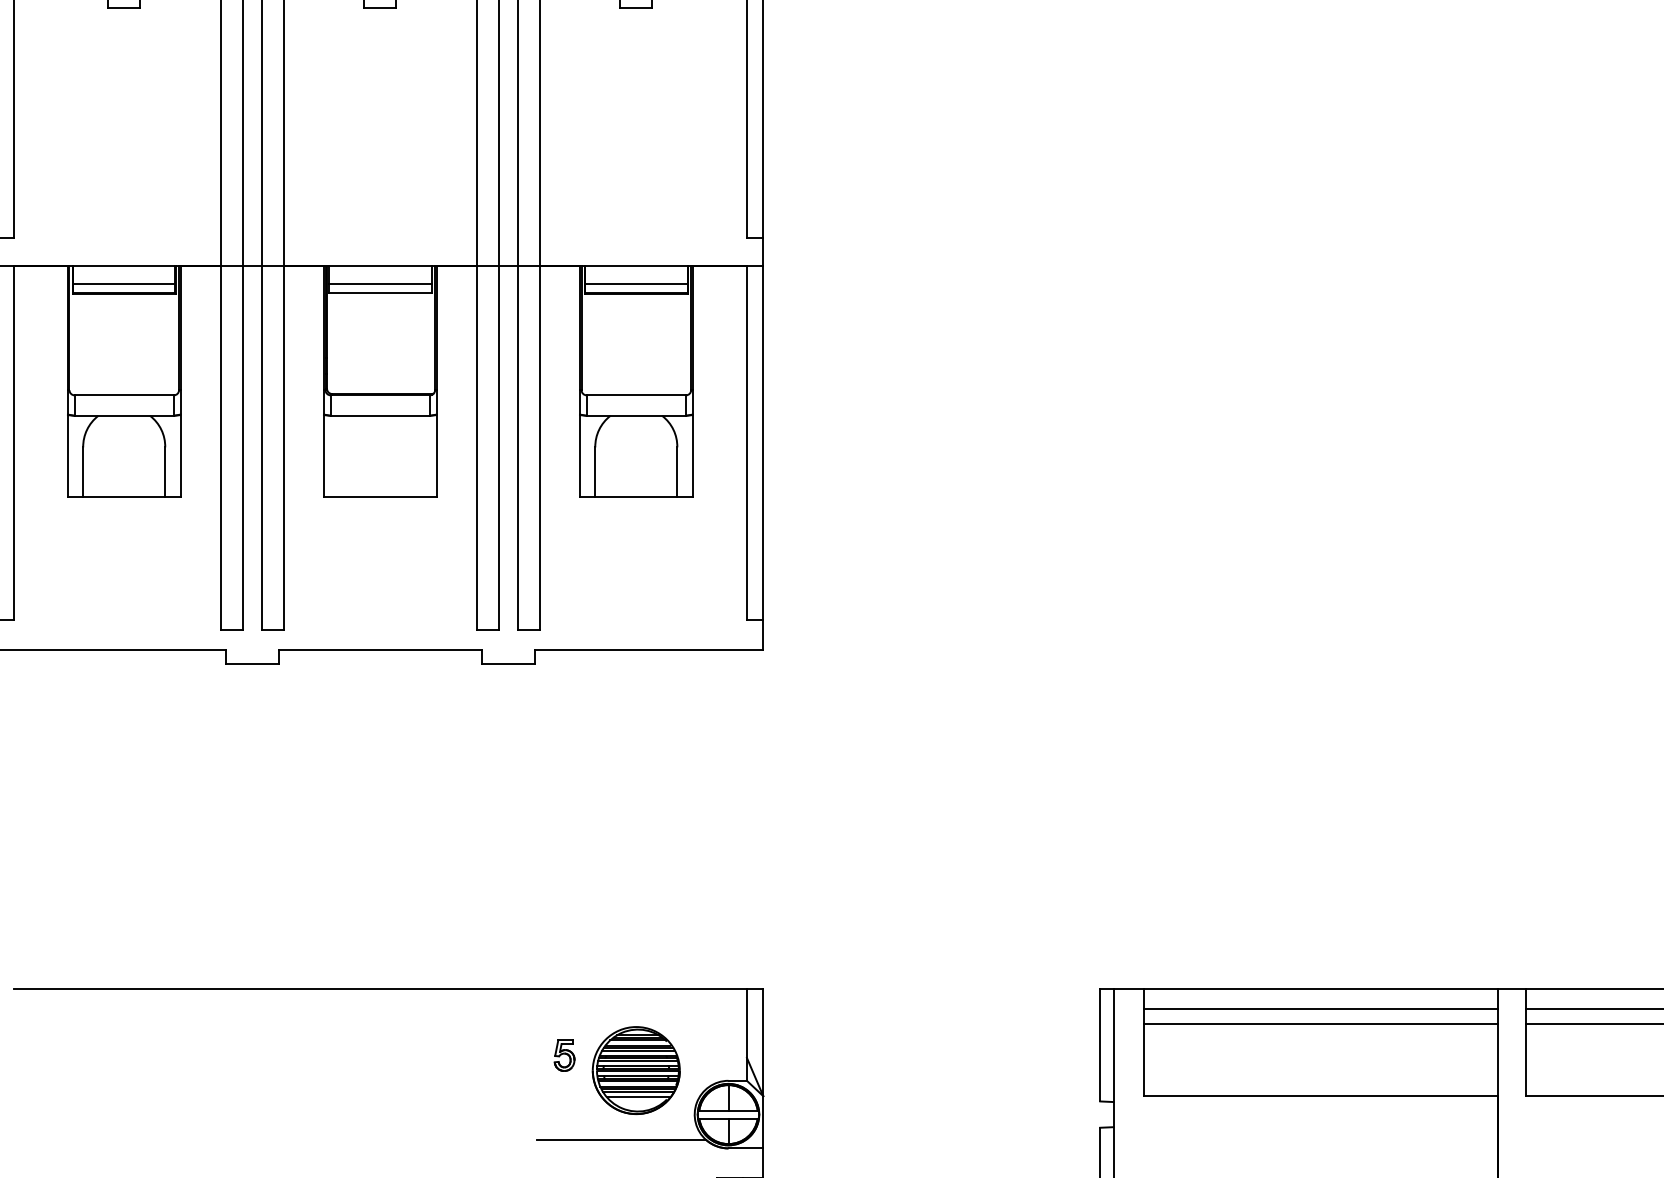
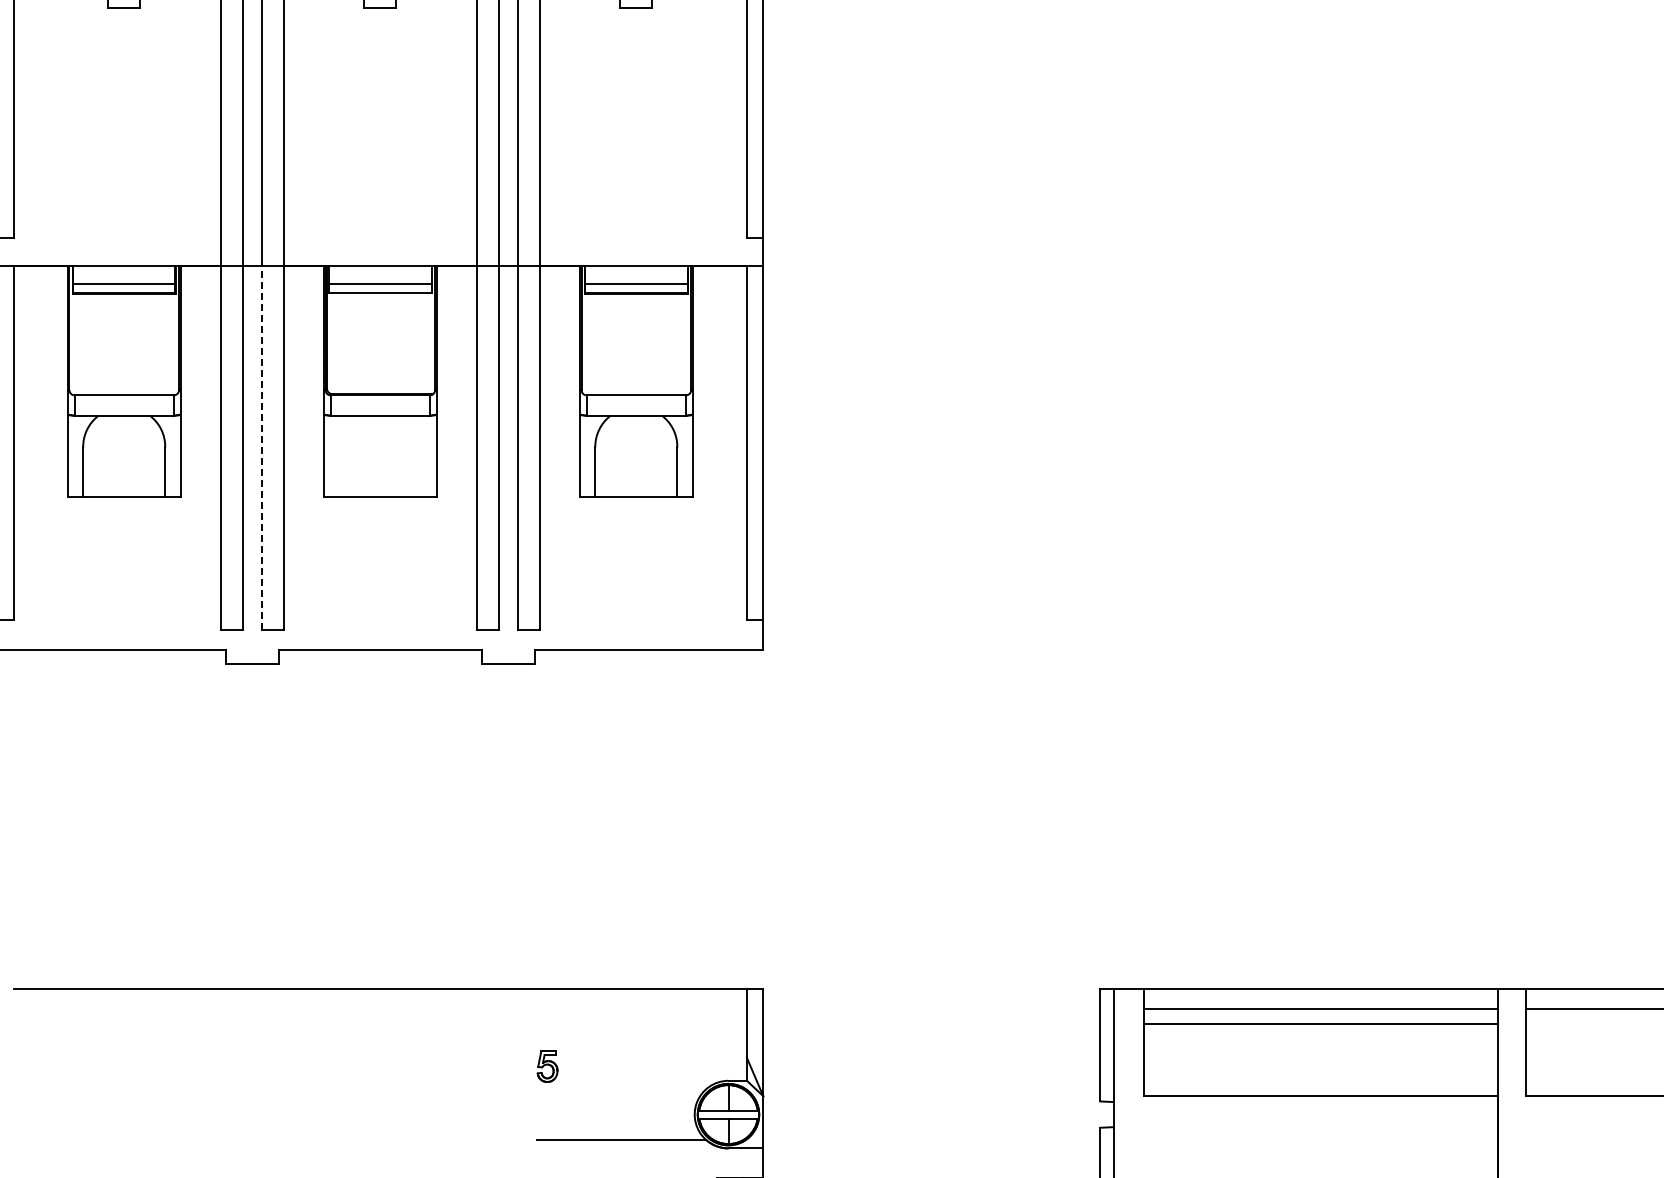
line at (261, 448): solid -> dashed
line at (1593, 1024): present -> none
part at (564, 1055) position: (564, 1055) -> (547, 1066)
part at (635, 1070): present -> none
